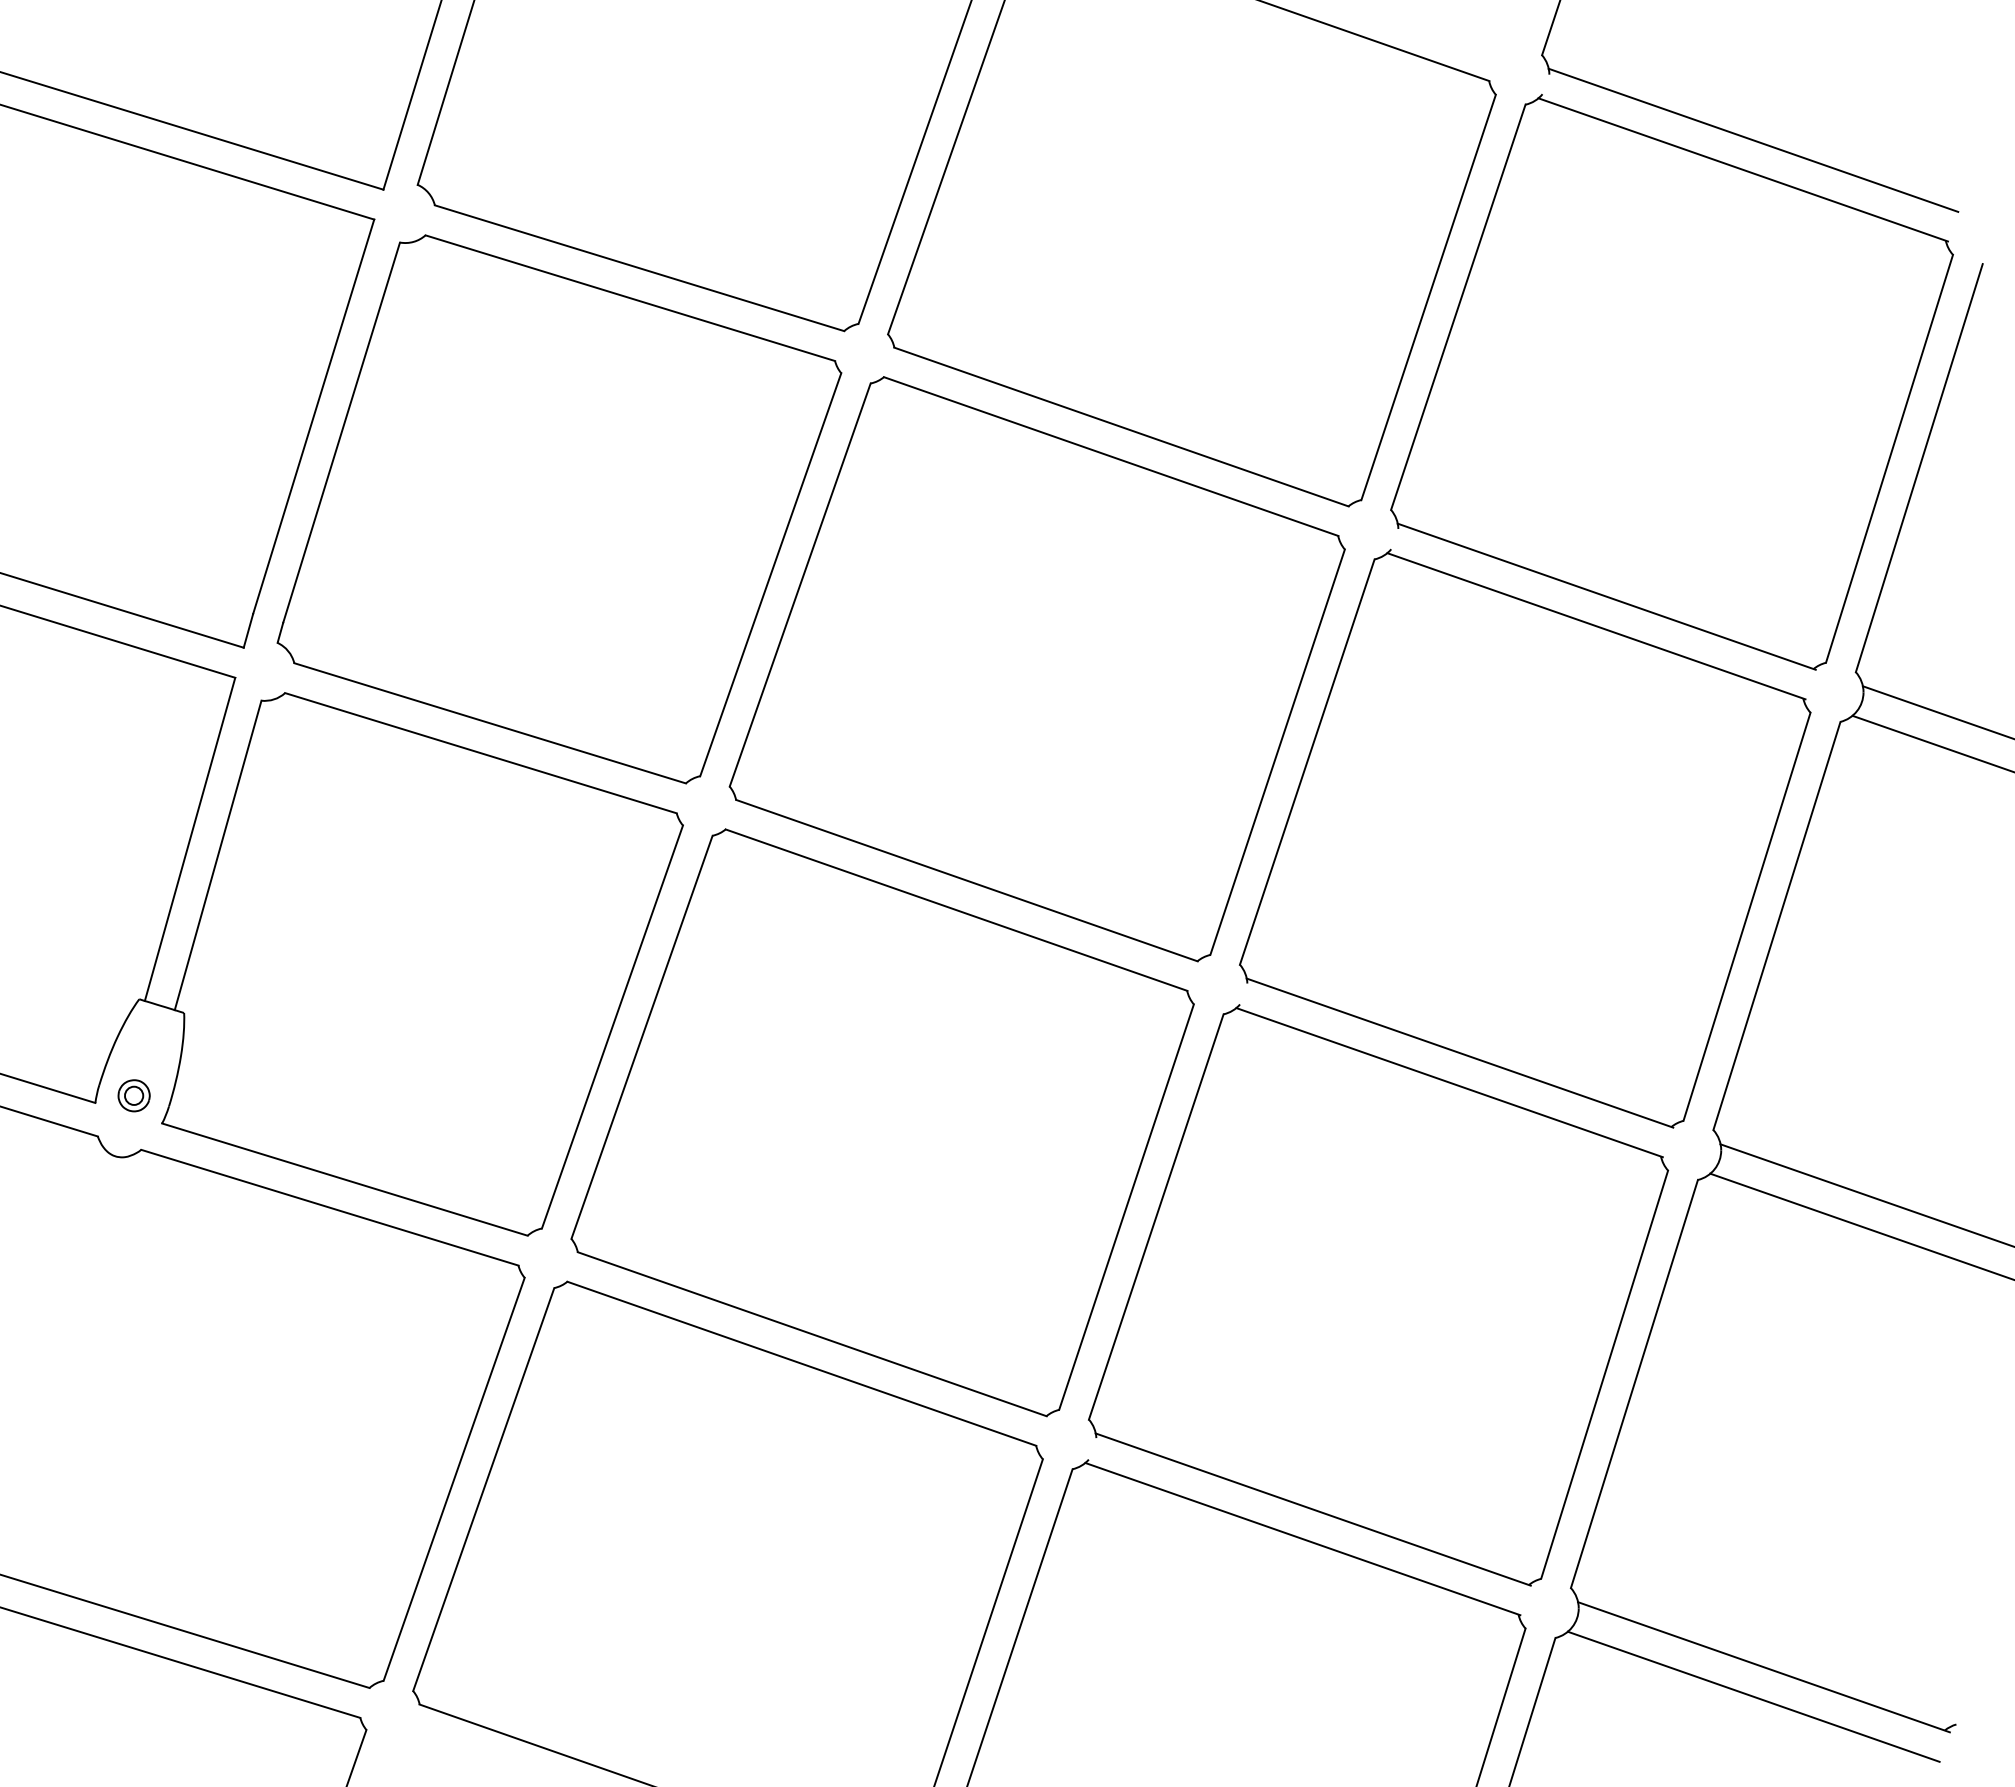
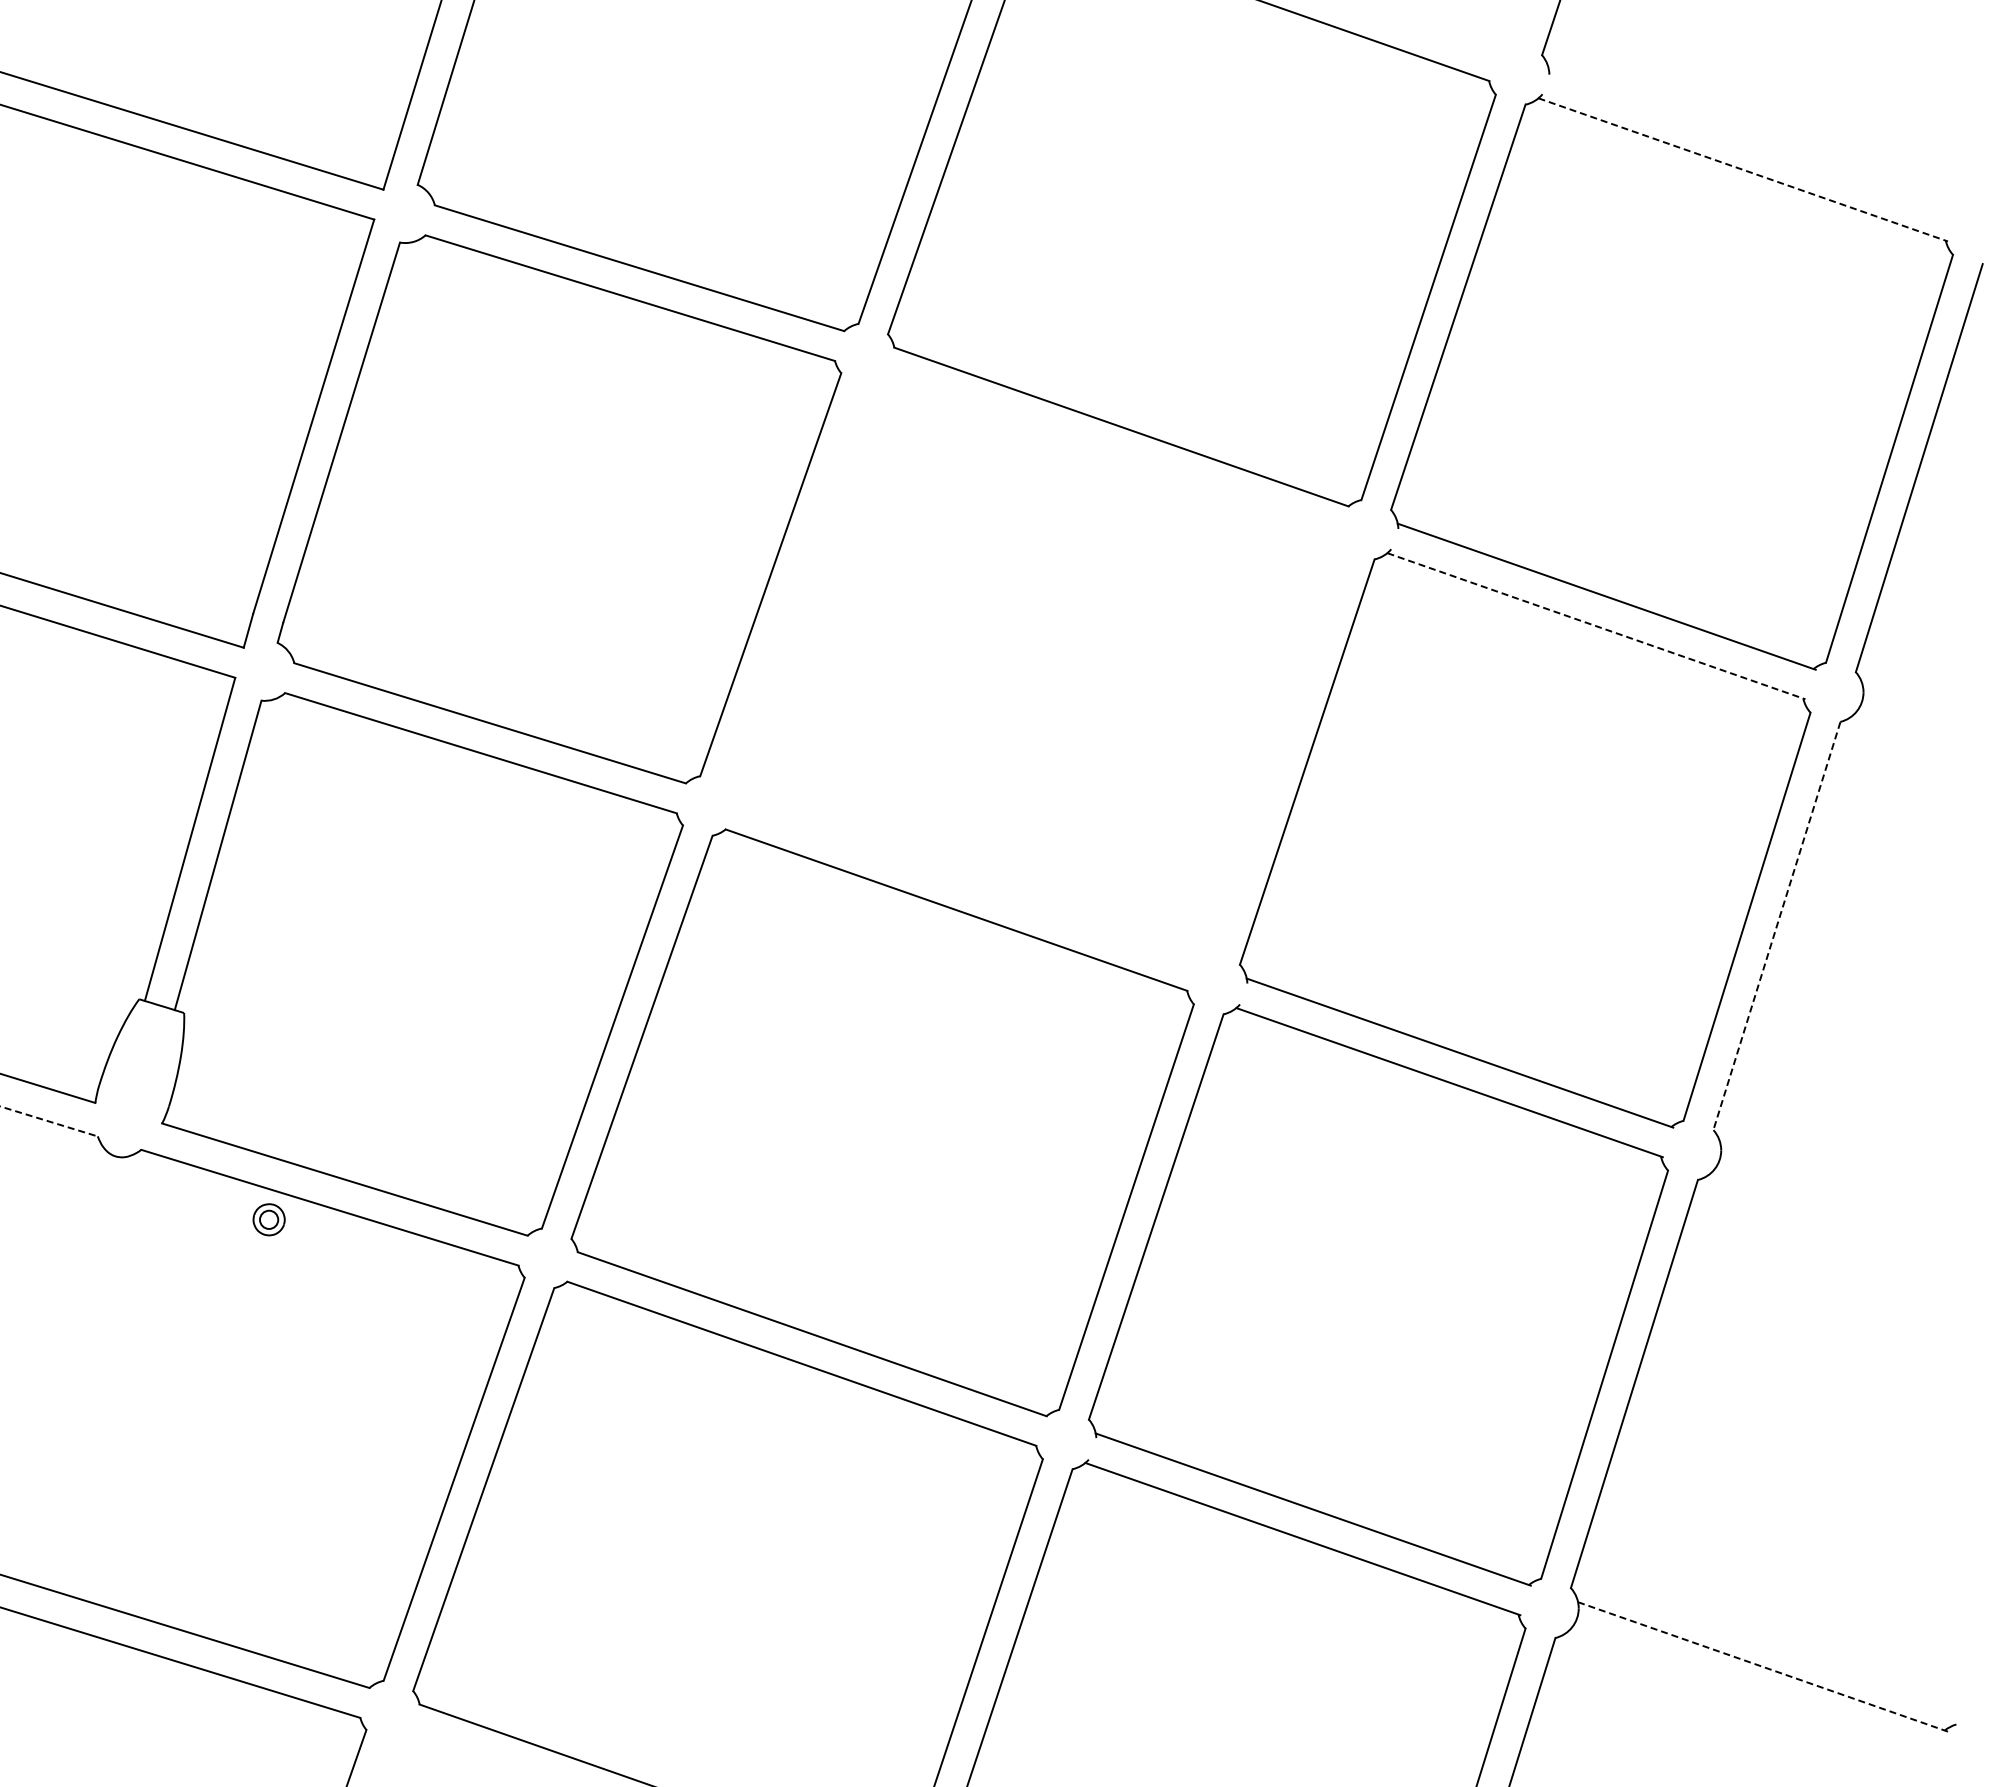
line at (1753, 139): present -> none
line at (1743, 169): solid -> dashed
line at (1596, 626): solid -> dashed
part at (1036, 669): present -> none
line at (1937, 712): present -> none
line at (1931, 743): present -> none
line at (1776, 926): solid -> dashed
part at (133, 1095) position: (133, 1095) -> (268, 1219)
line at (49, 1121): solid -> dashed
line at (1865, 1195): present -> none
line at (1860, 1226): present -> none
line at (1763, 1667): solid -> dashed
line at (1753, 1696): present -> none
